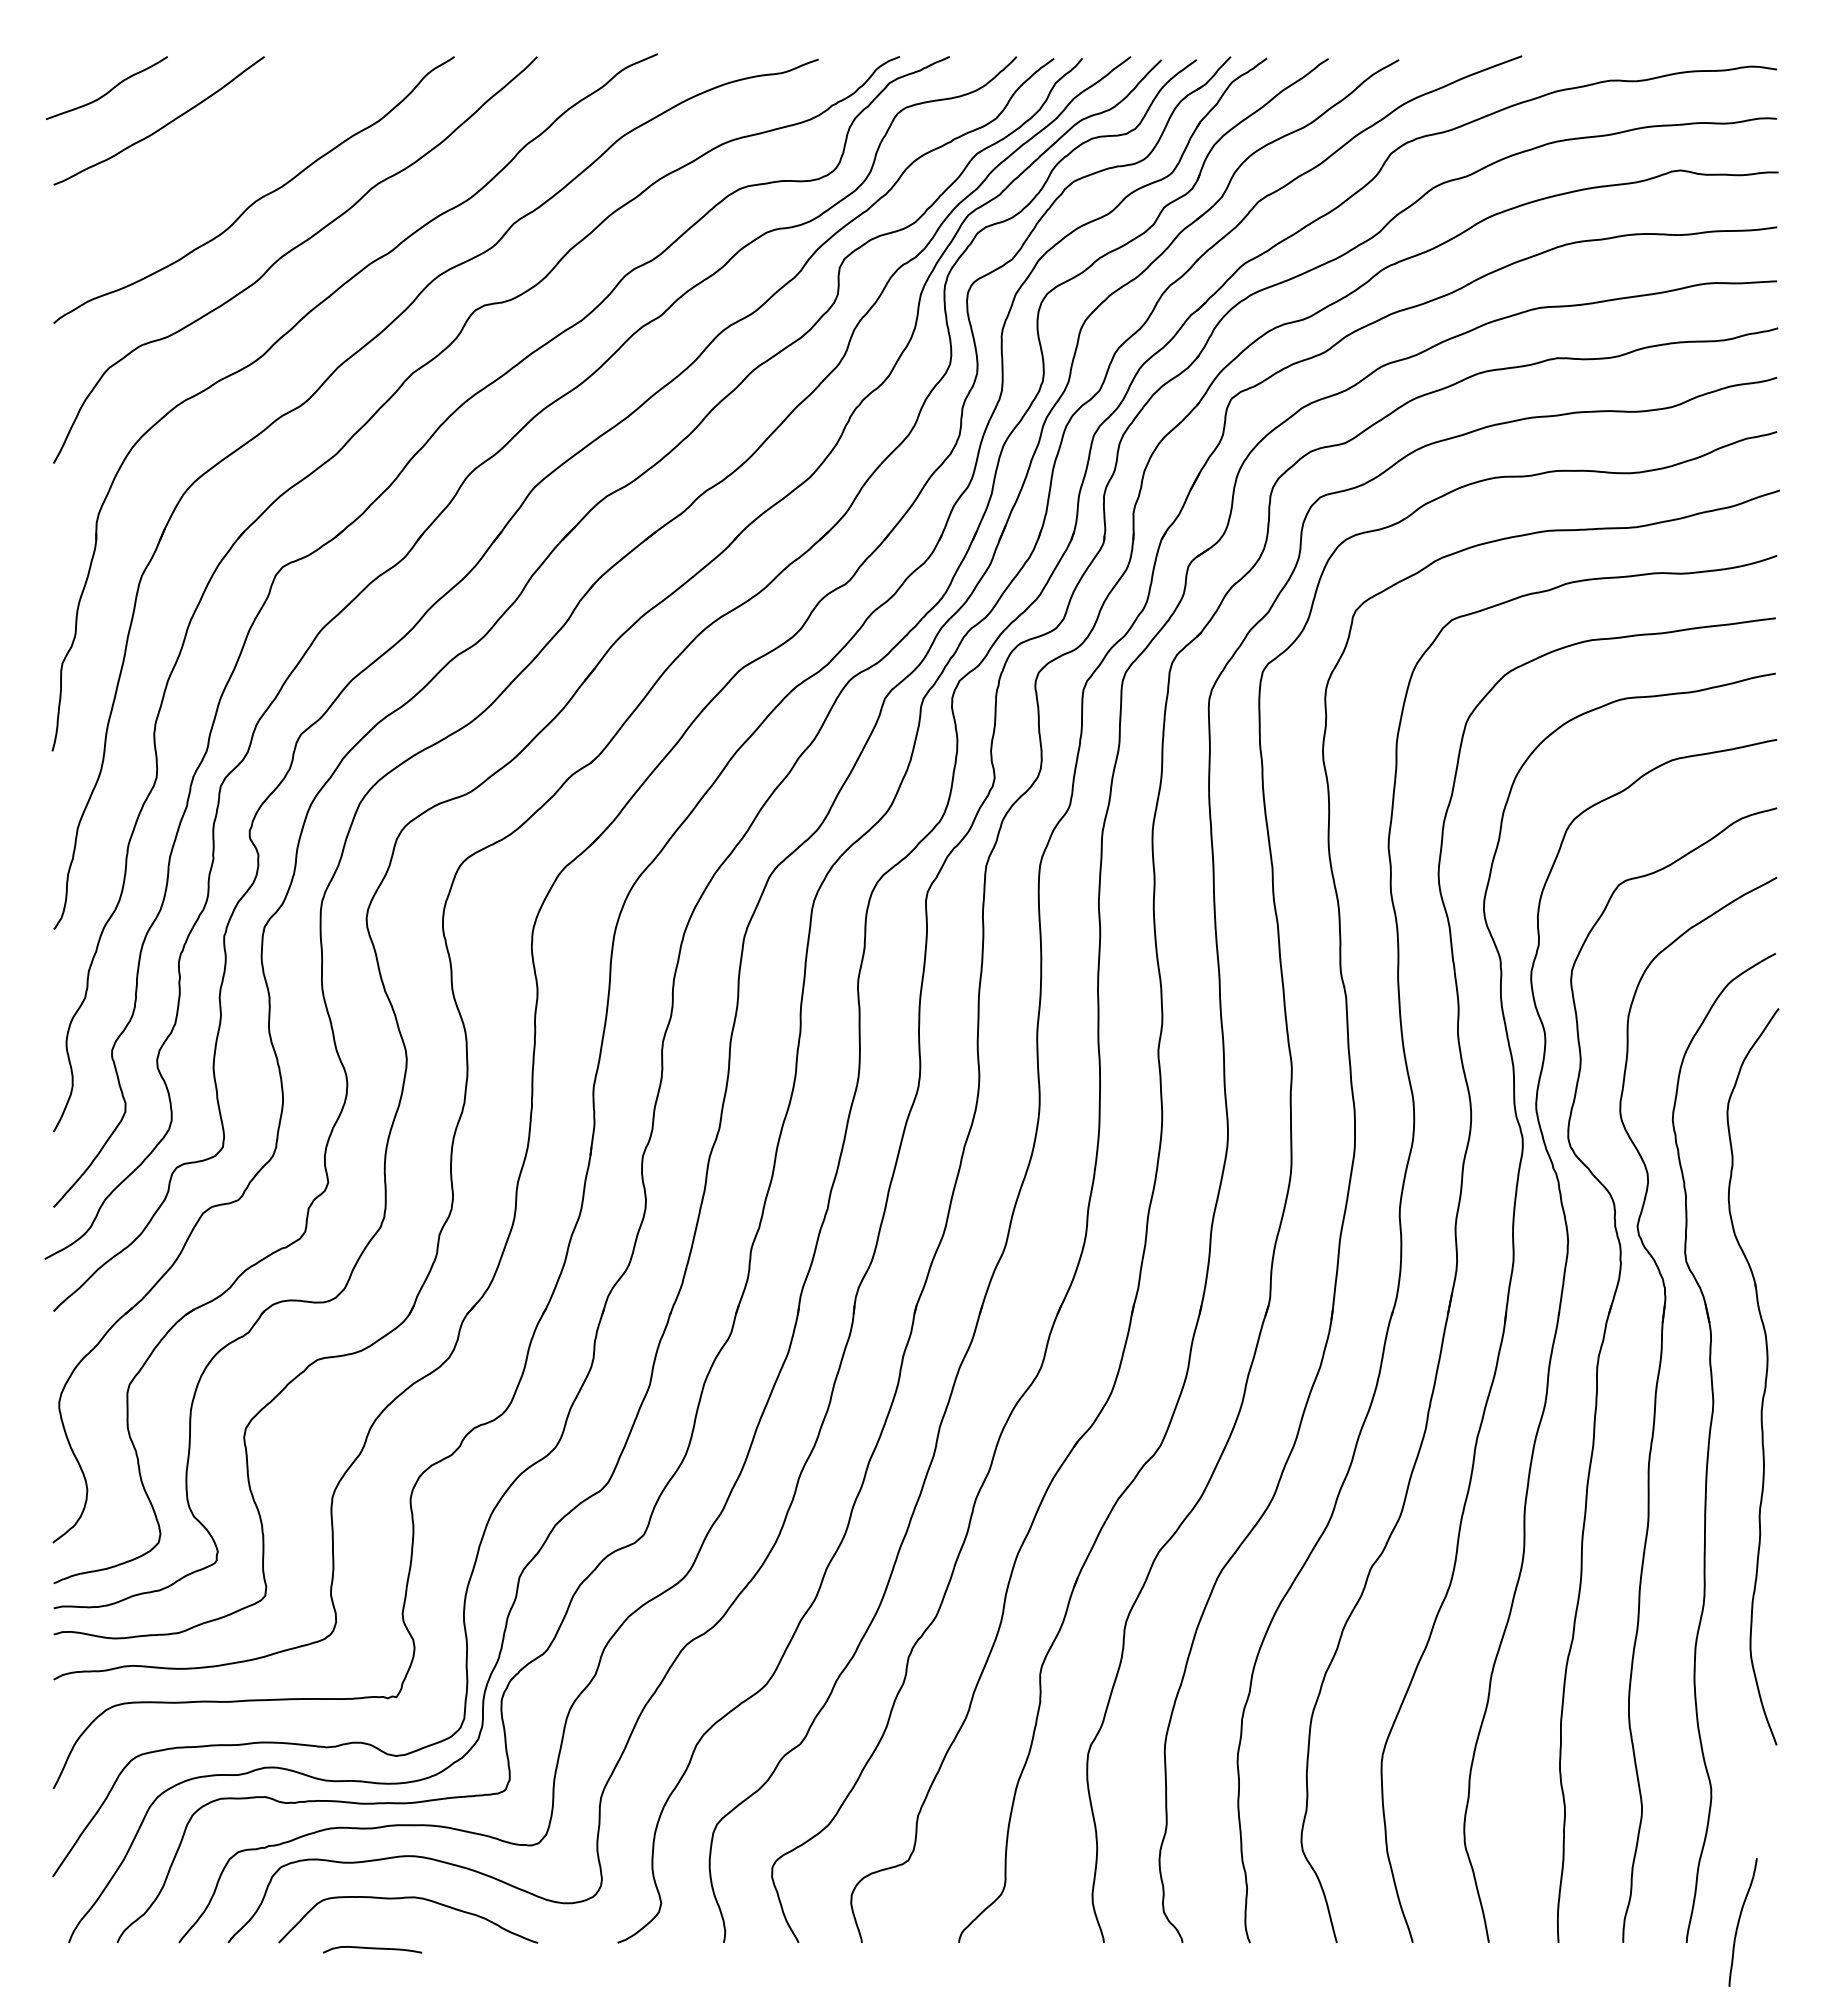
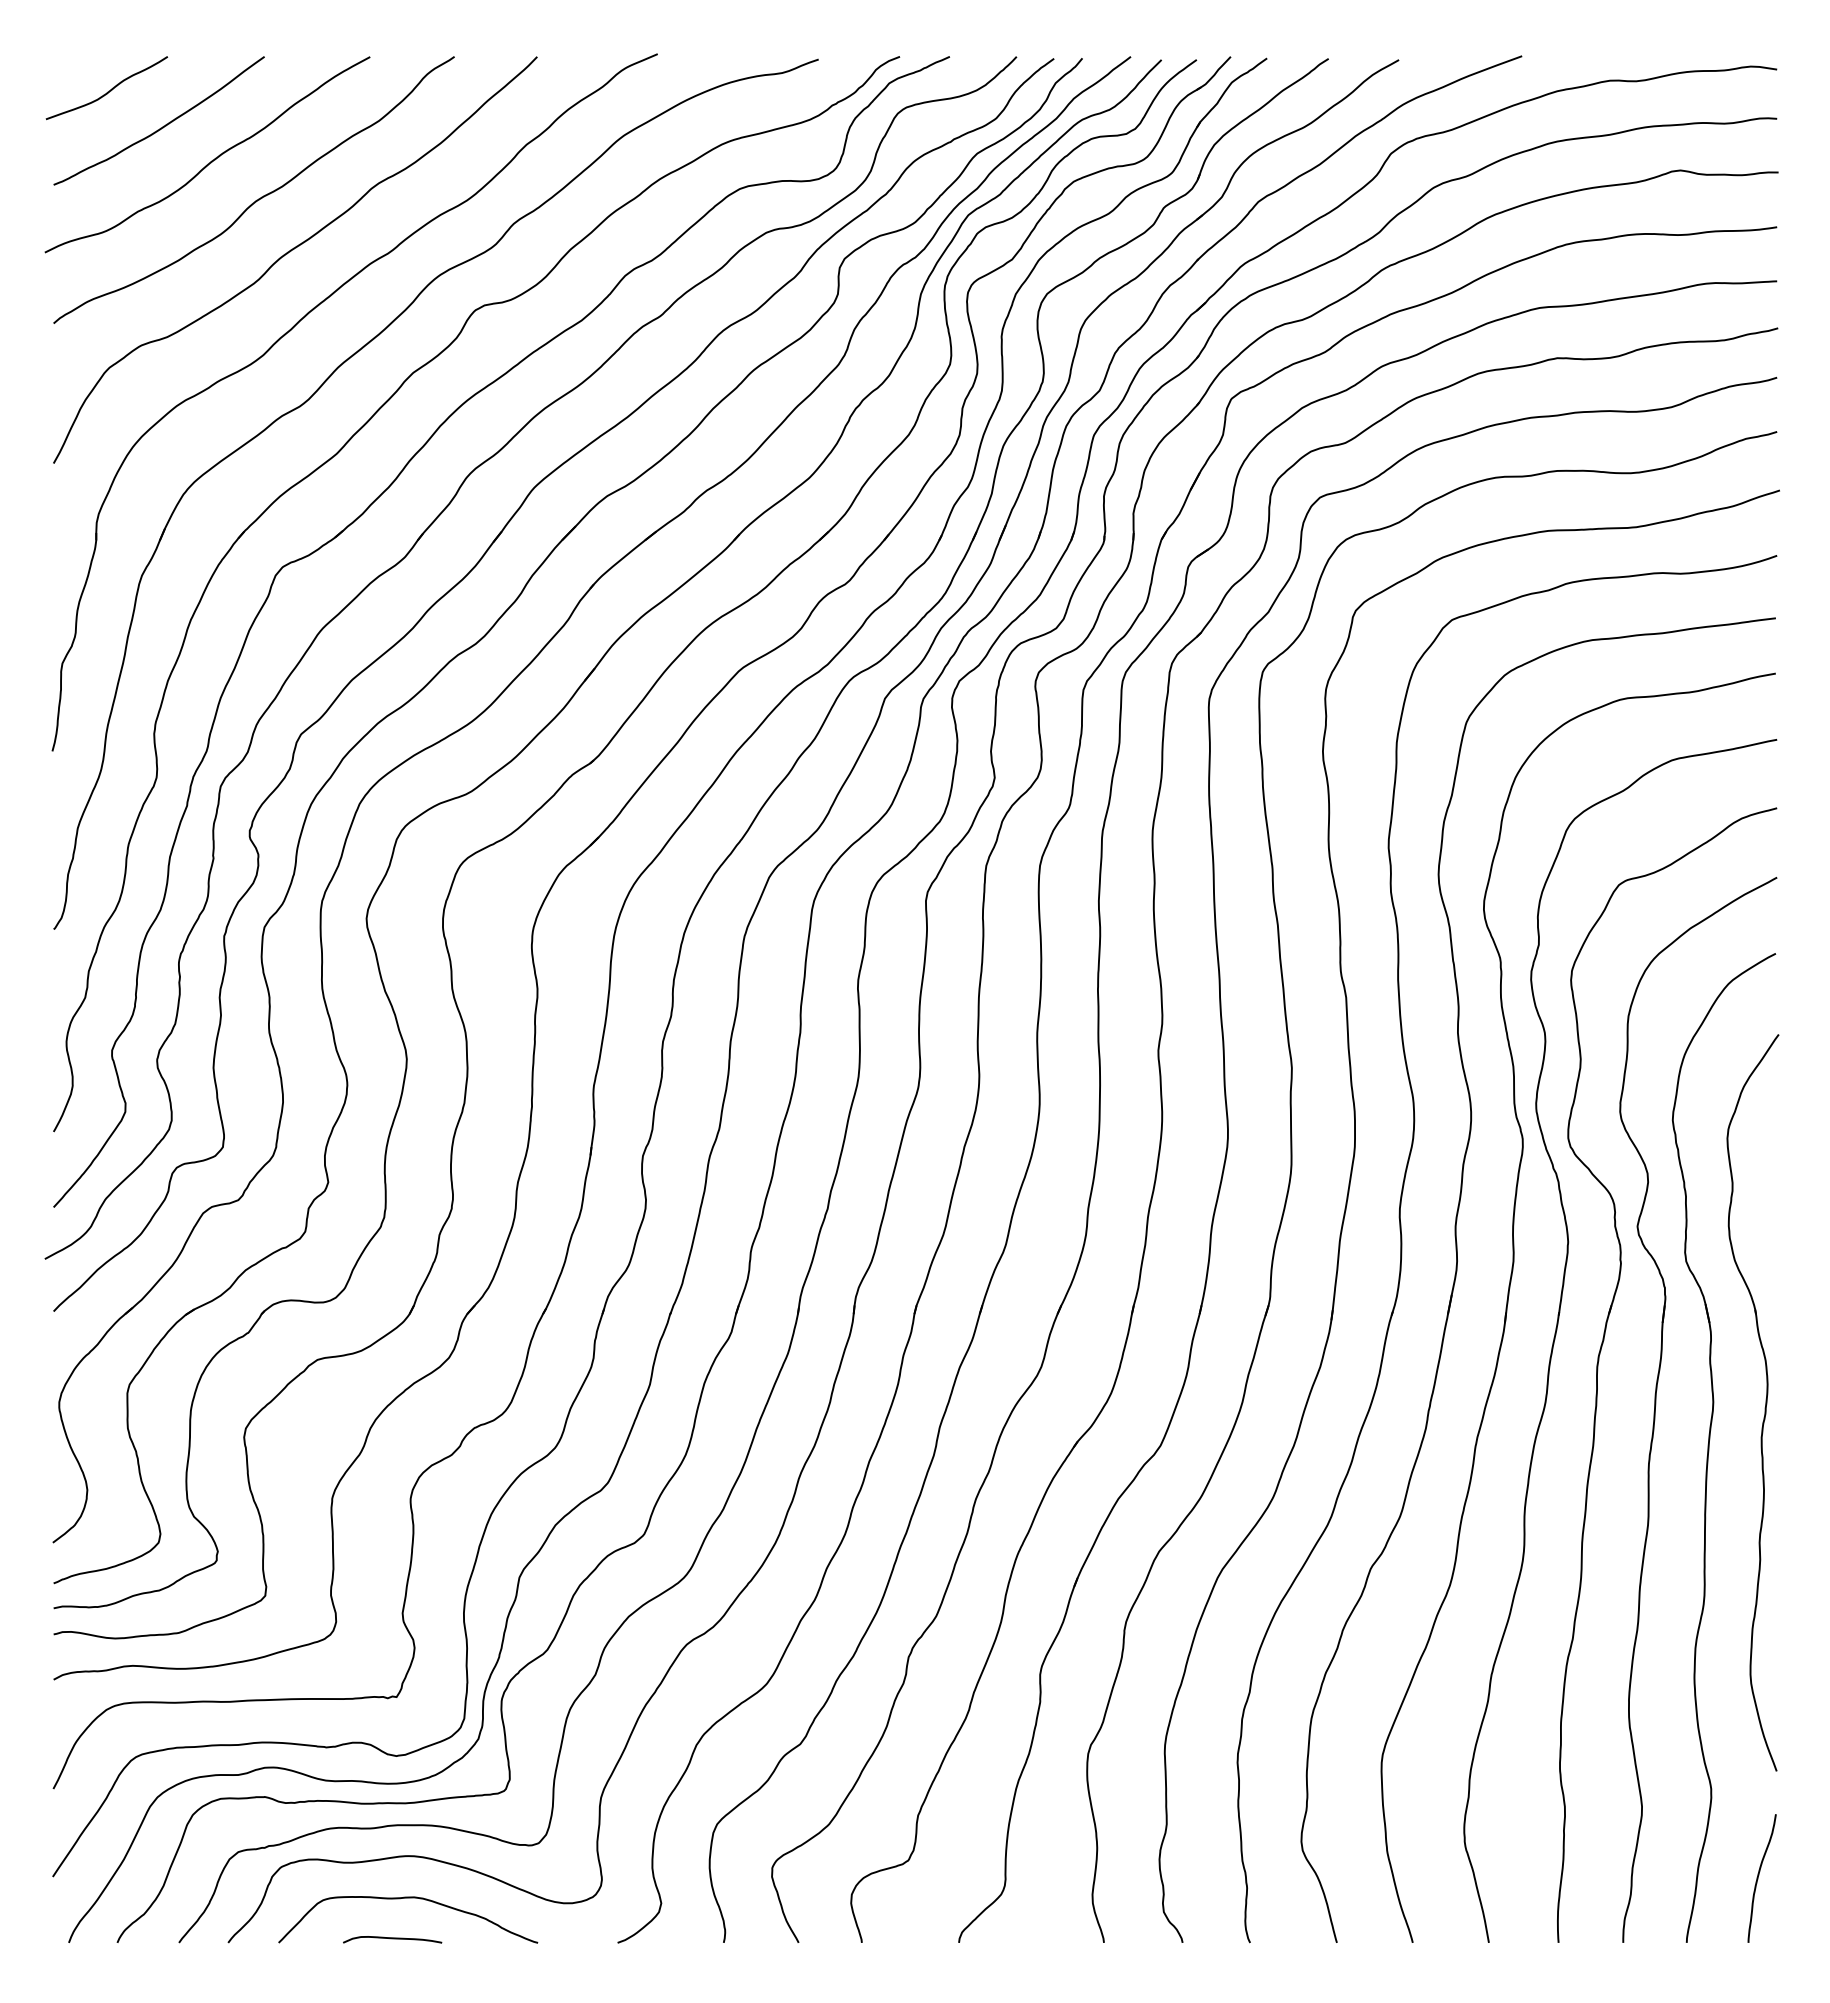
curve at (211, 160): none -> present
part at (1765, 1376) position: (1765, 1376) -> (1765, 1402)
curve at (1739, 1922) position: (1739, 1922) -> (1758, 1878)
curve at (372, 1949) position: (372, 1949) -> (392, 1939)
